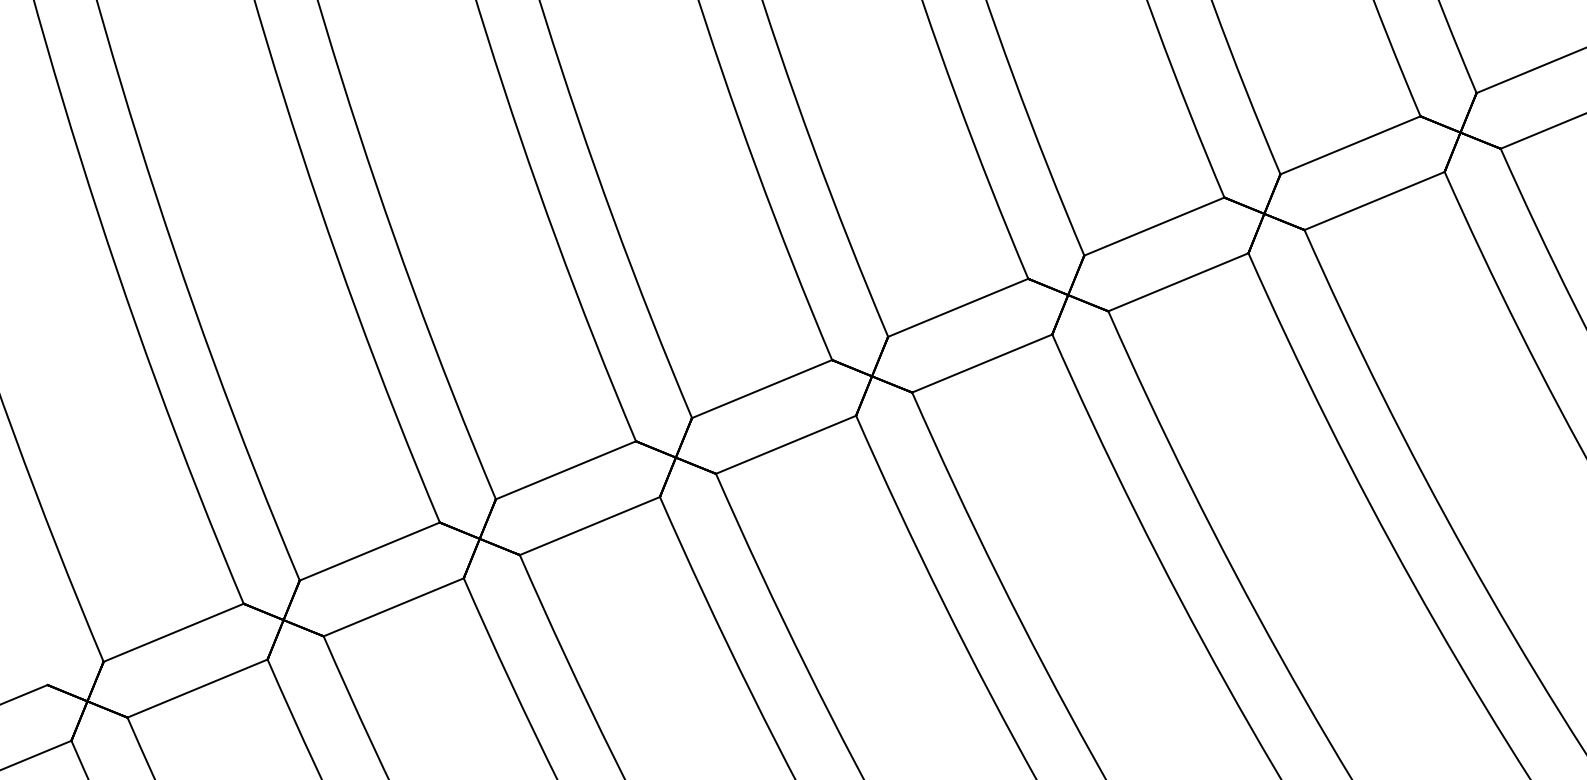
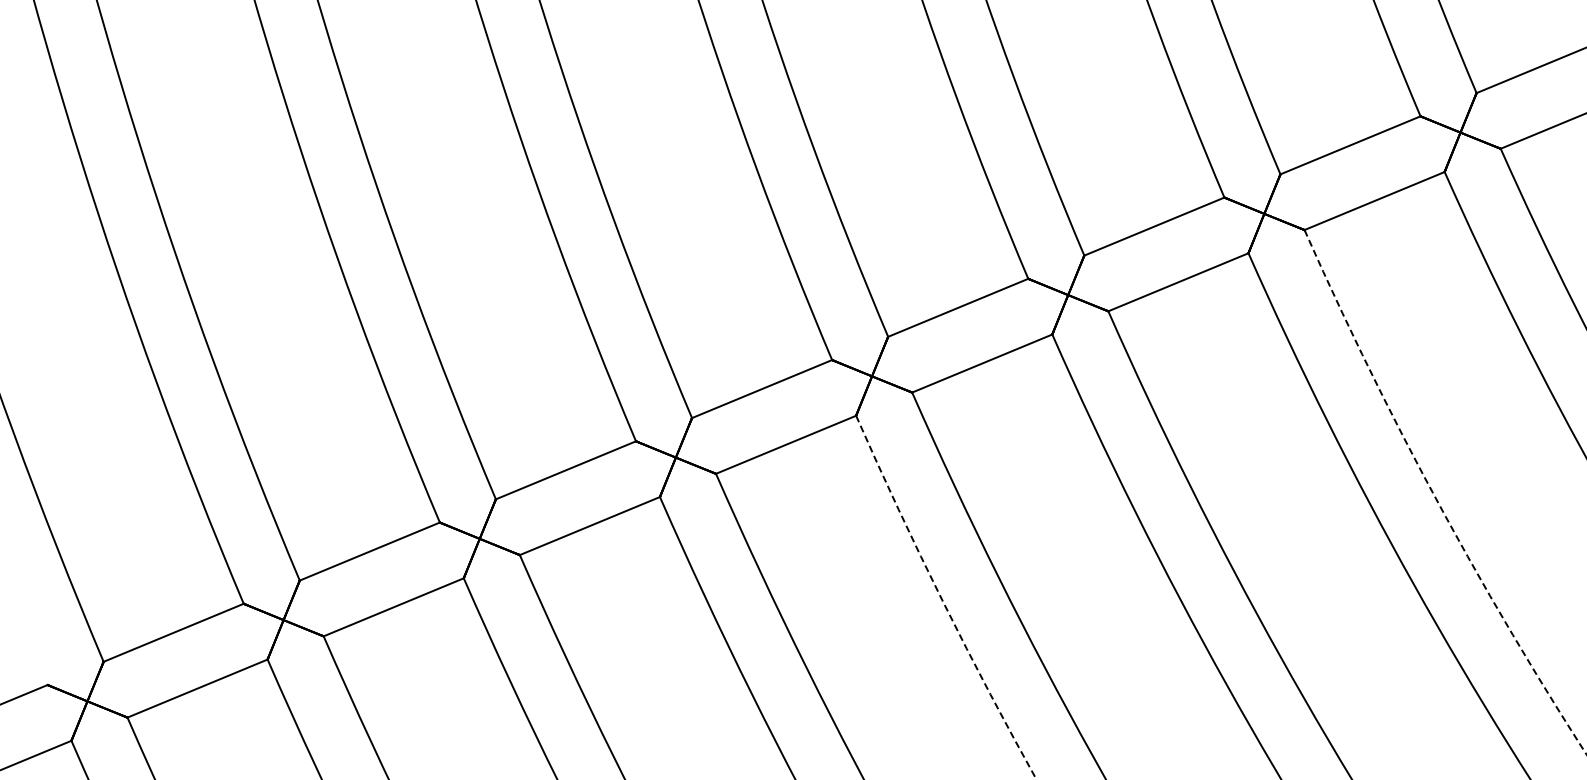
arc at (1436, 498): solid -> dashed
arc at (942, 601): solid -> dashed
